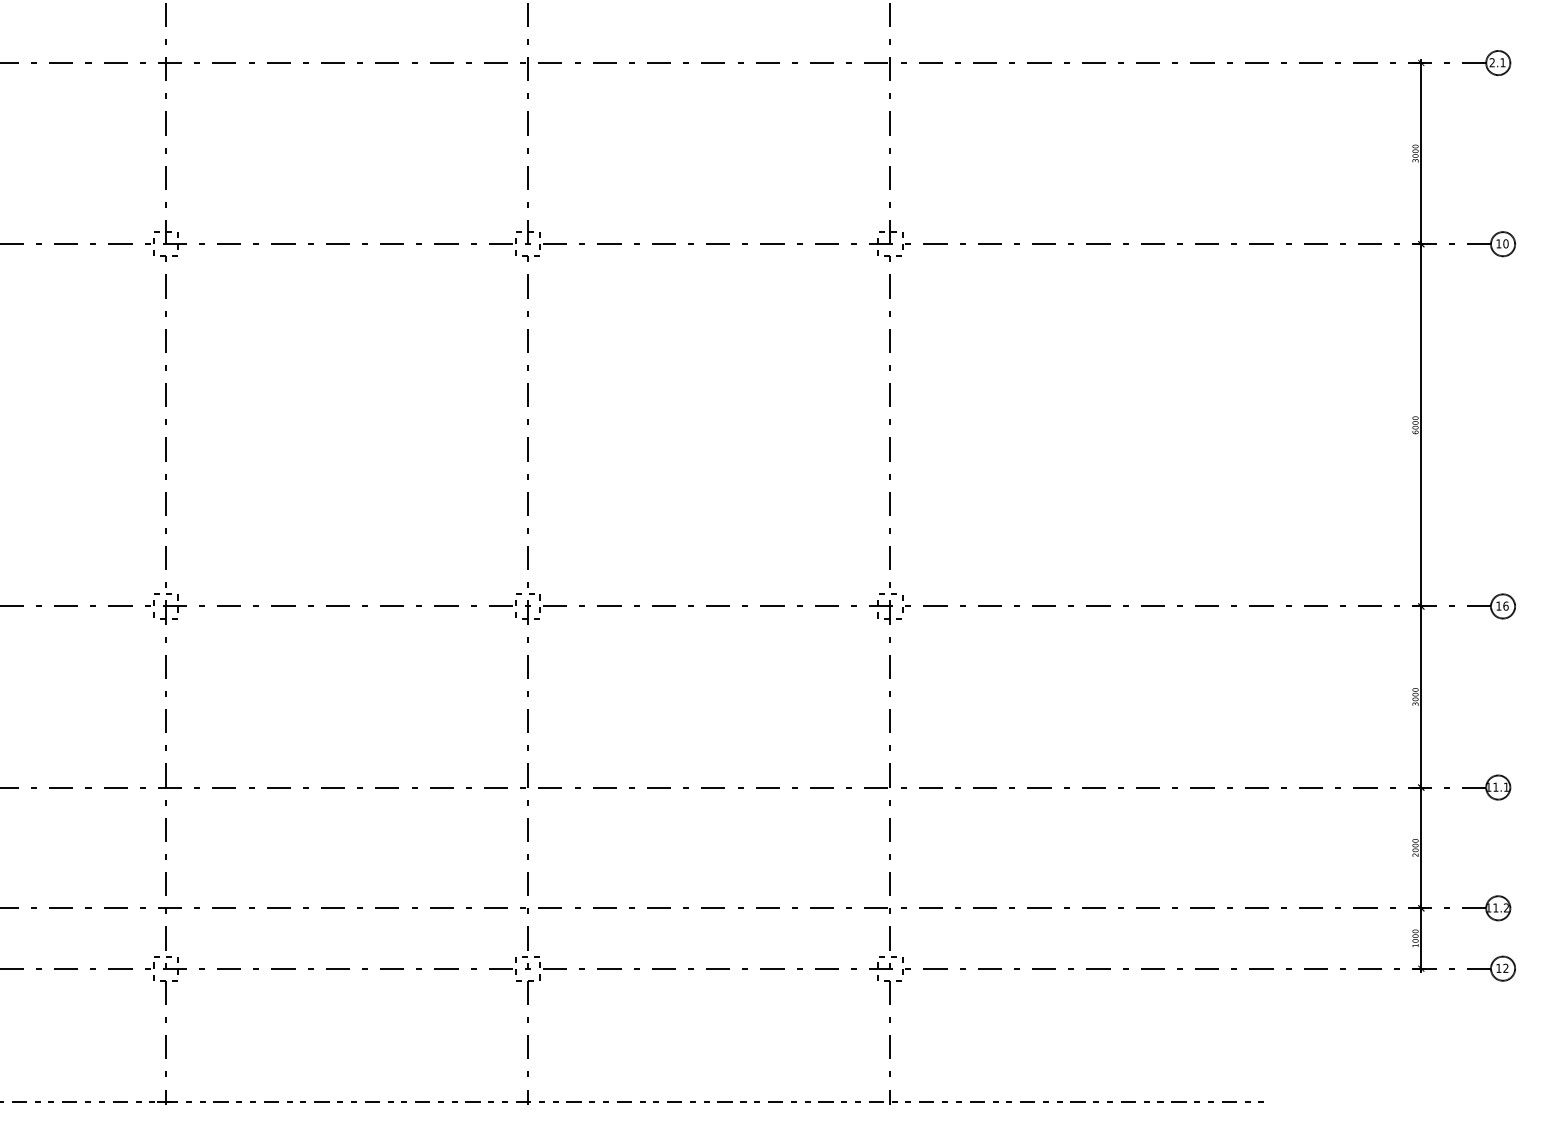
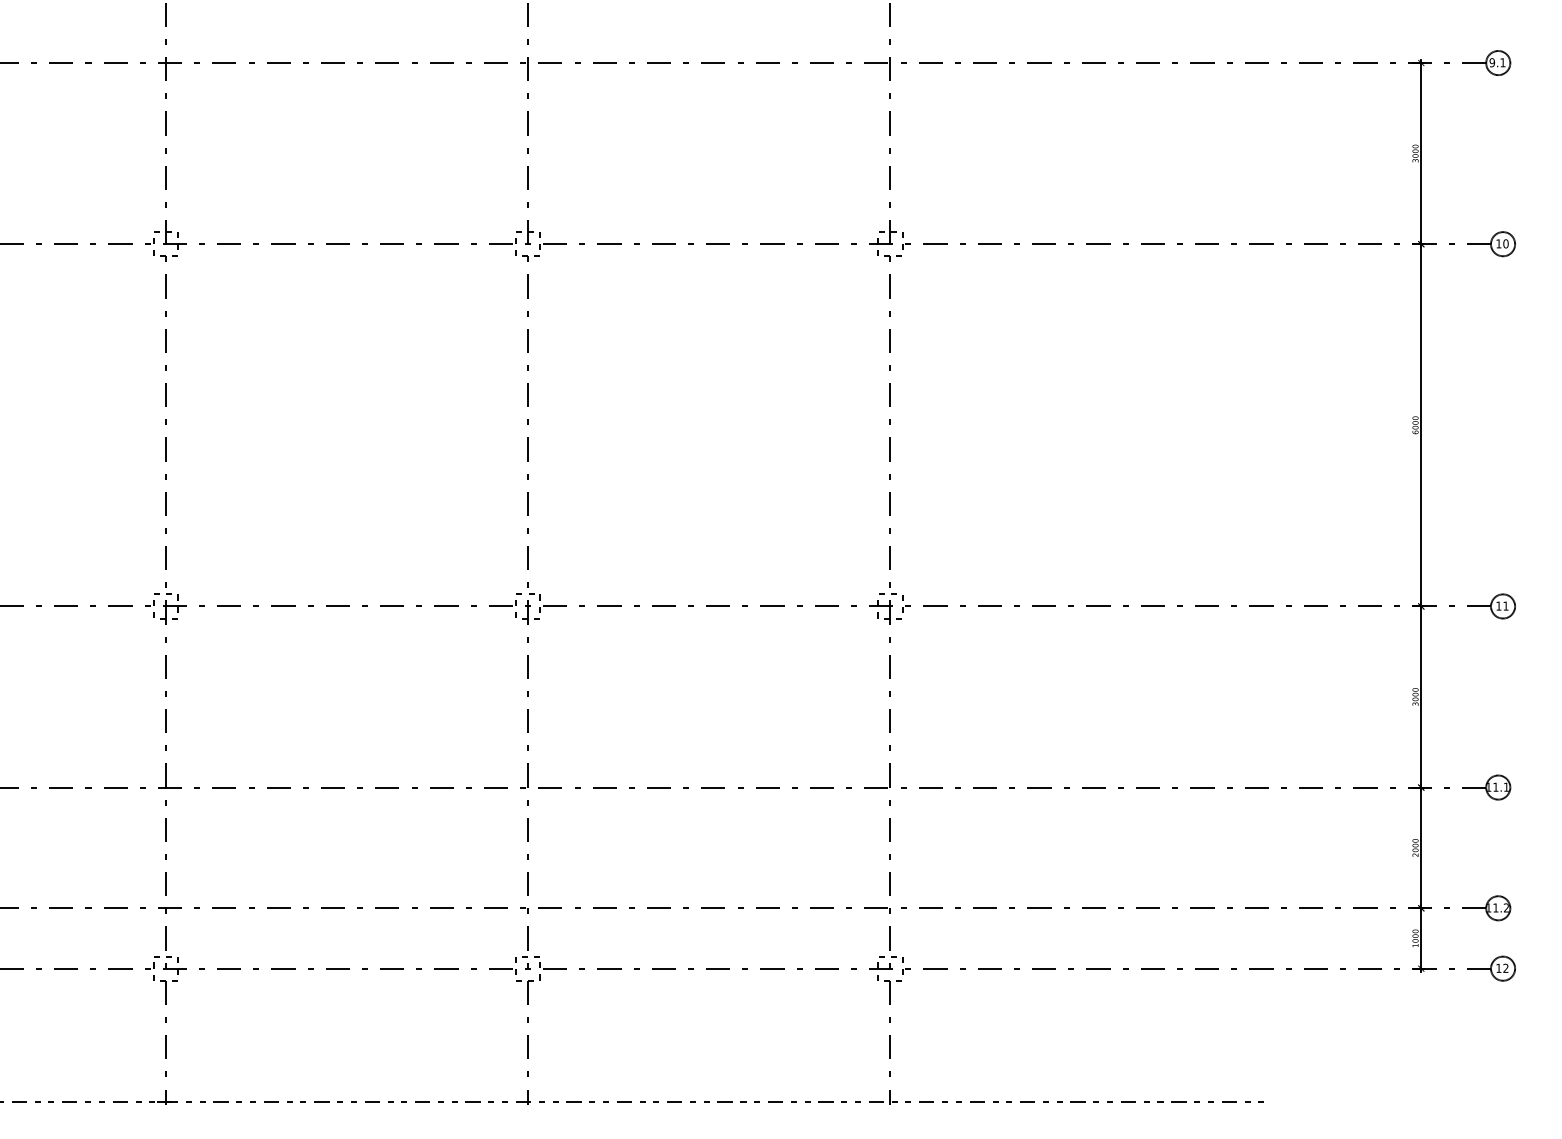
text at (1491, 62): 2.1 -> 9.1
text at (1505, 605): 16 -> 11
